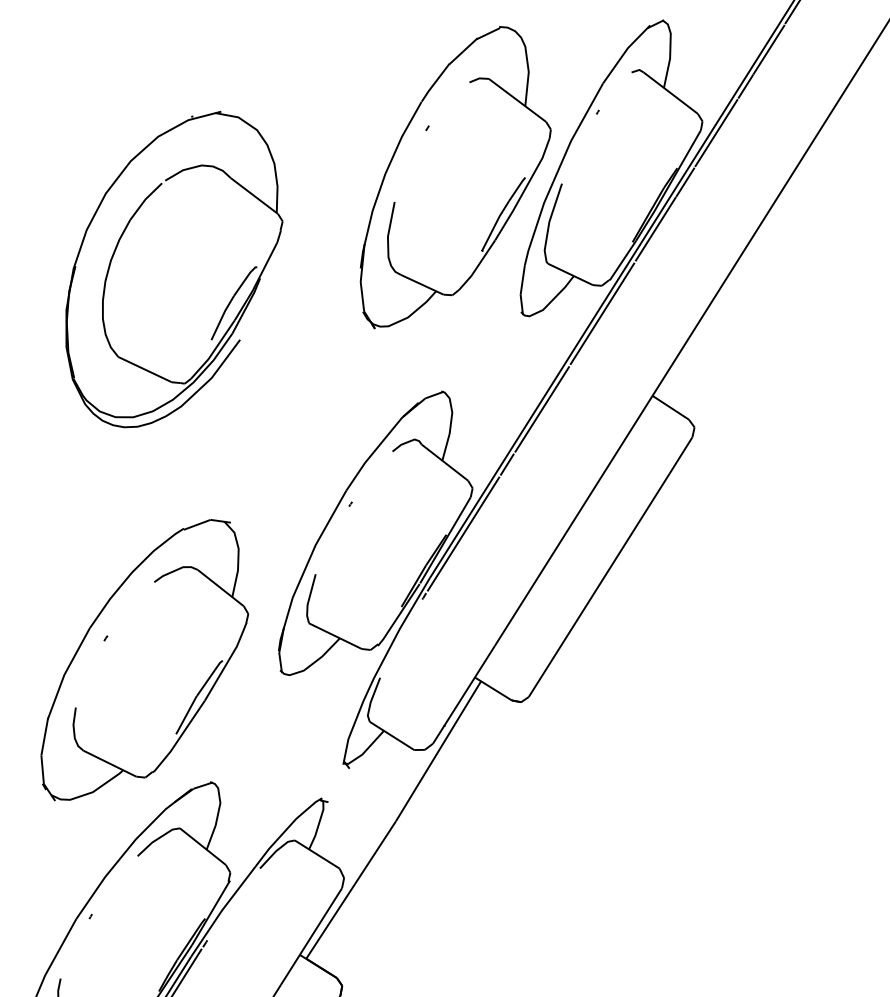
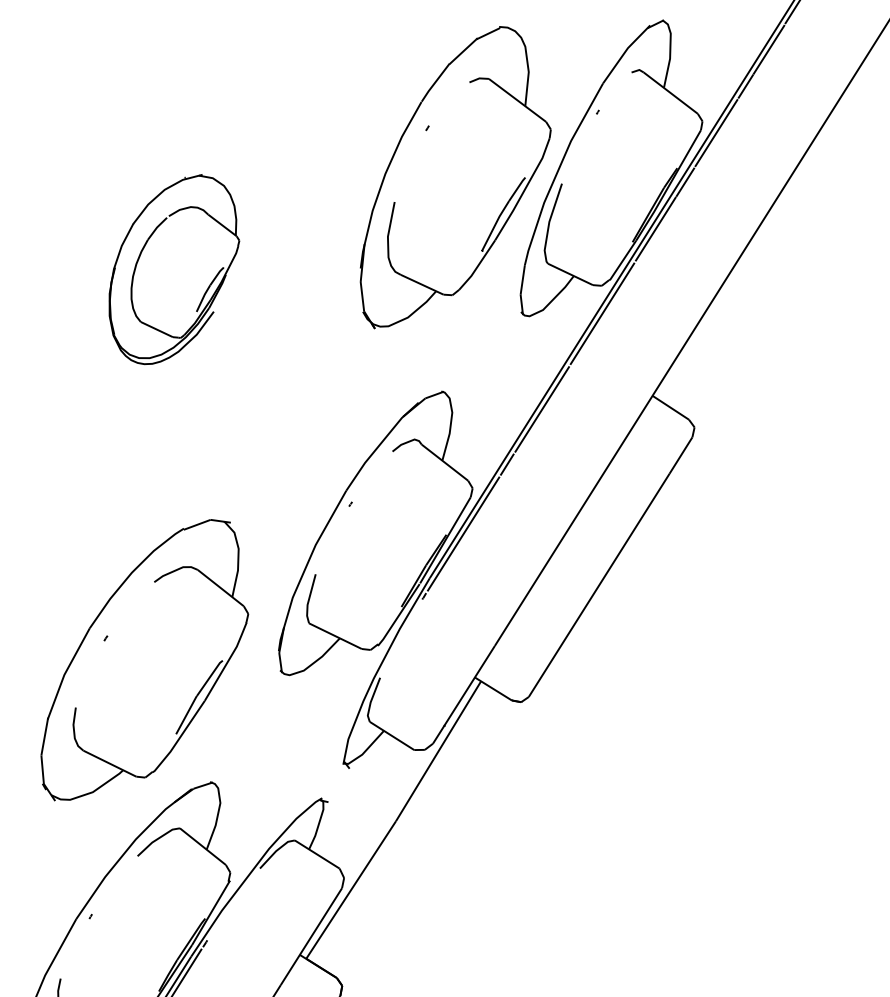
part at (174, 269) size: 219x319 px -> 133x192 px
